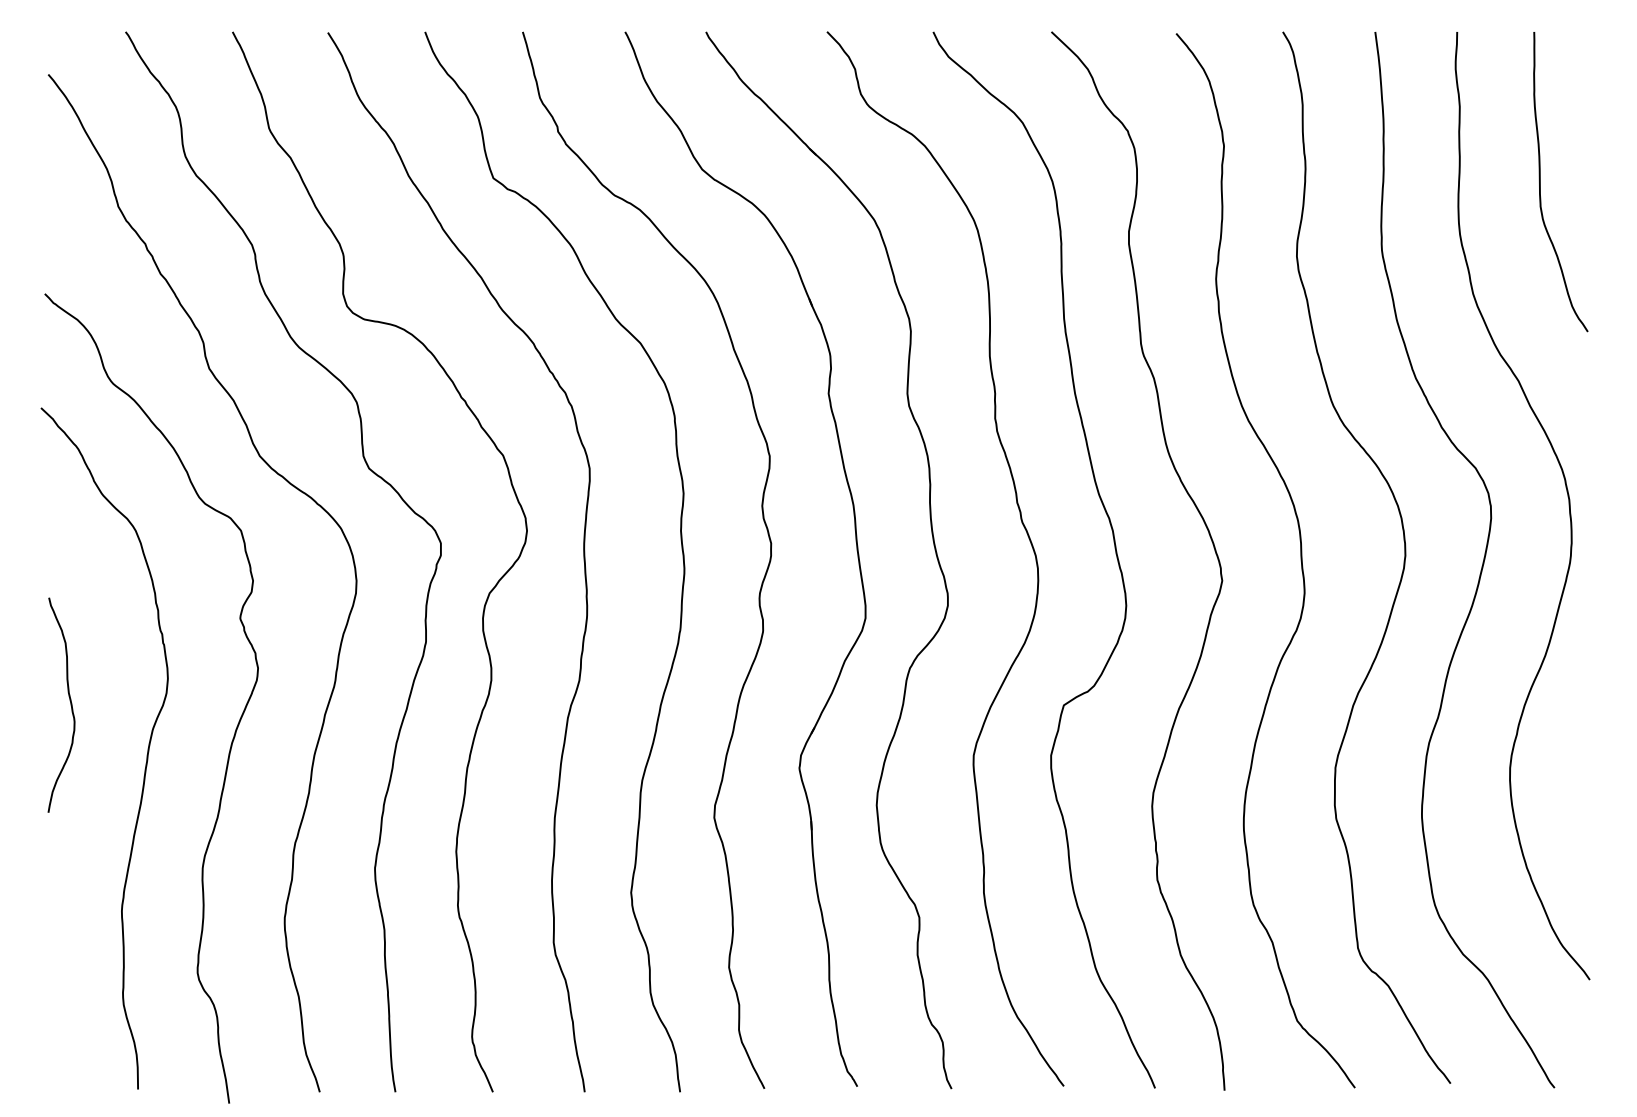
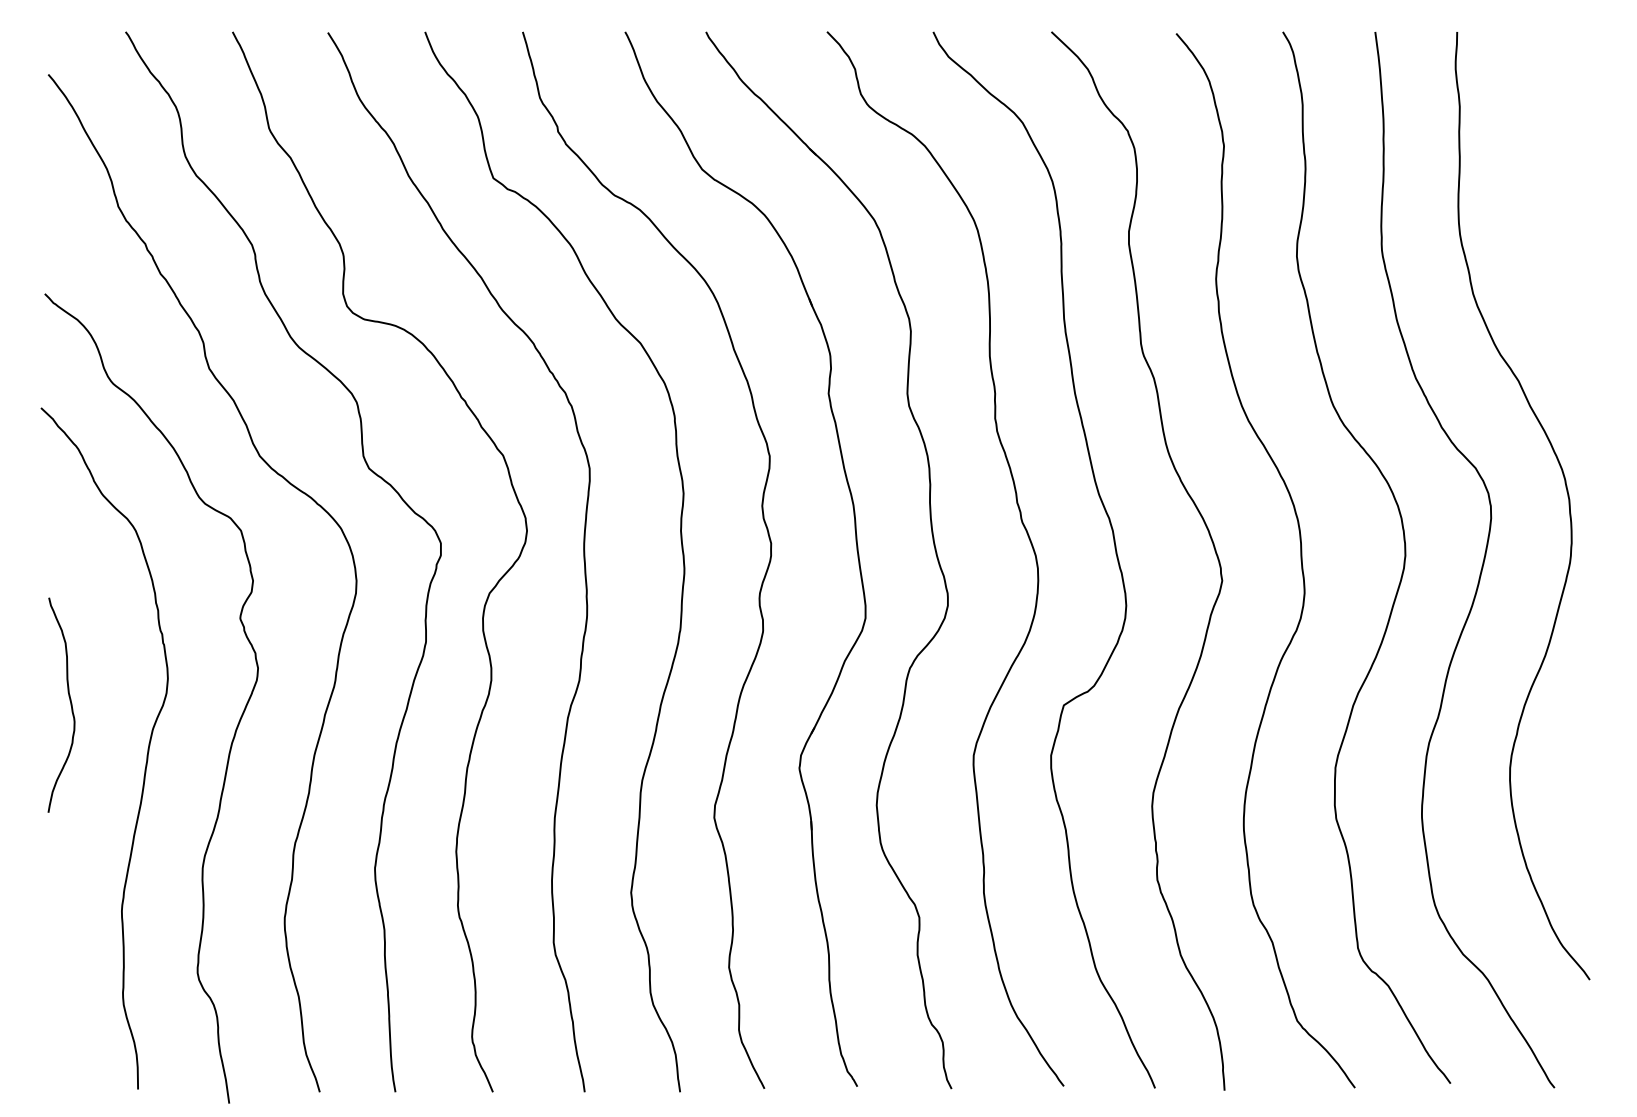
curve at (1540, 182): present -> none
